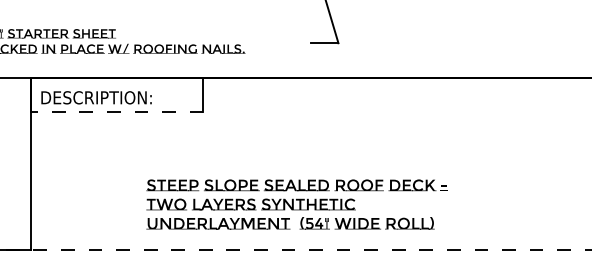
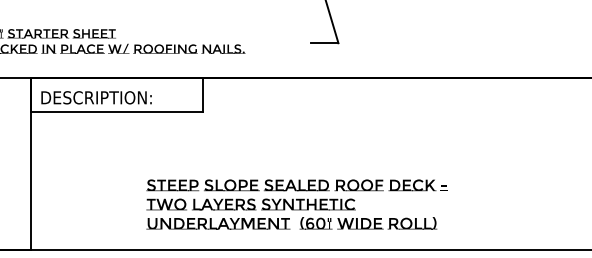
line at (116, 112): dashed -> solid
text at (371, 223): (54" -> (60"
line at (295, 250): dashed -> solid
